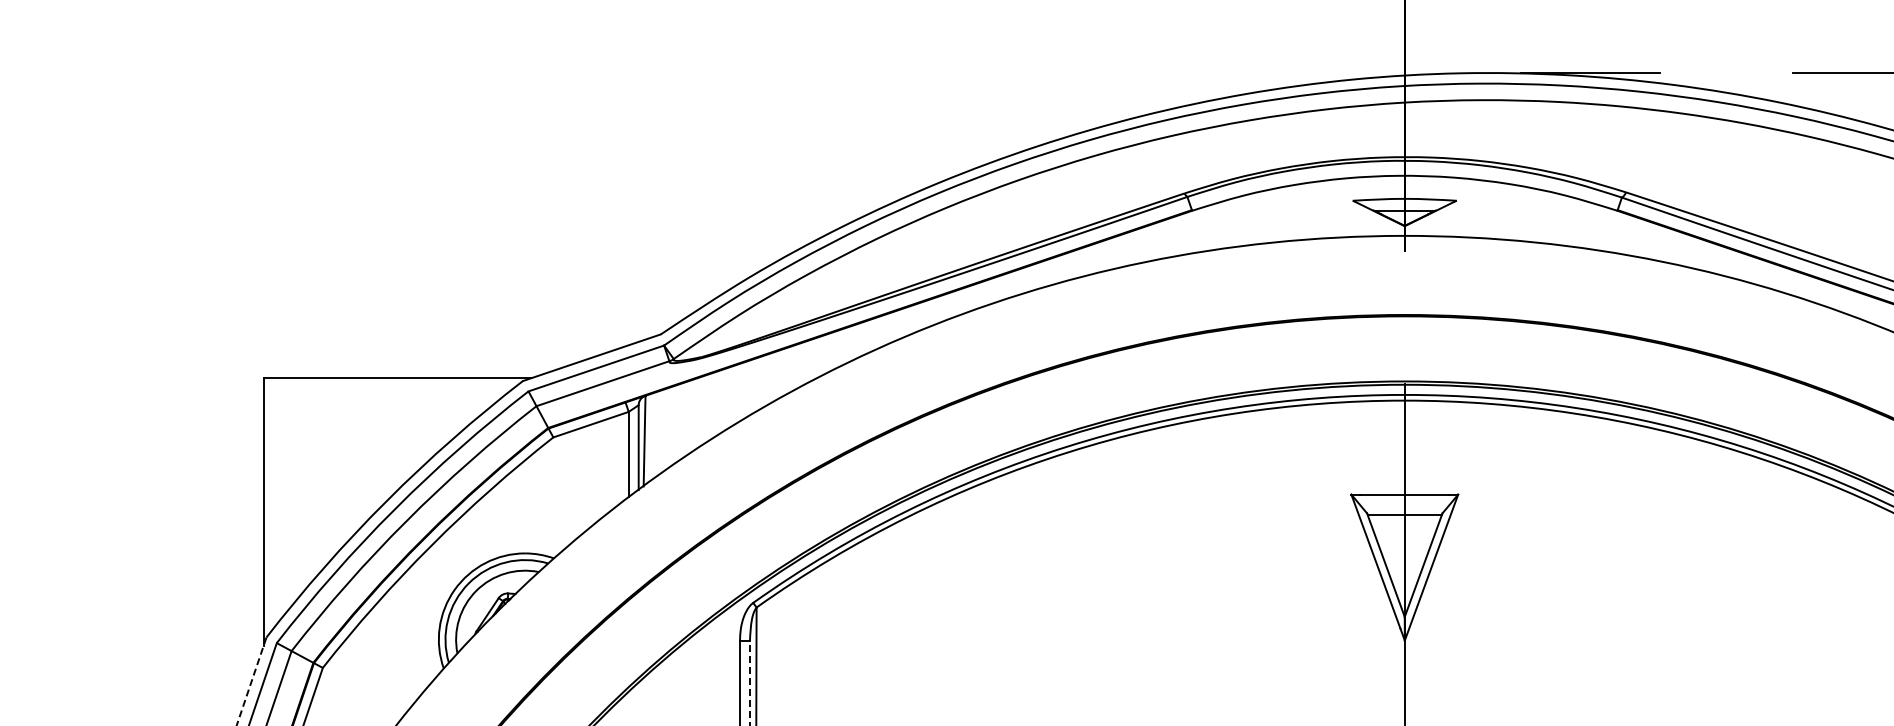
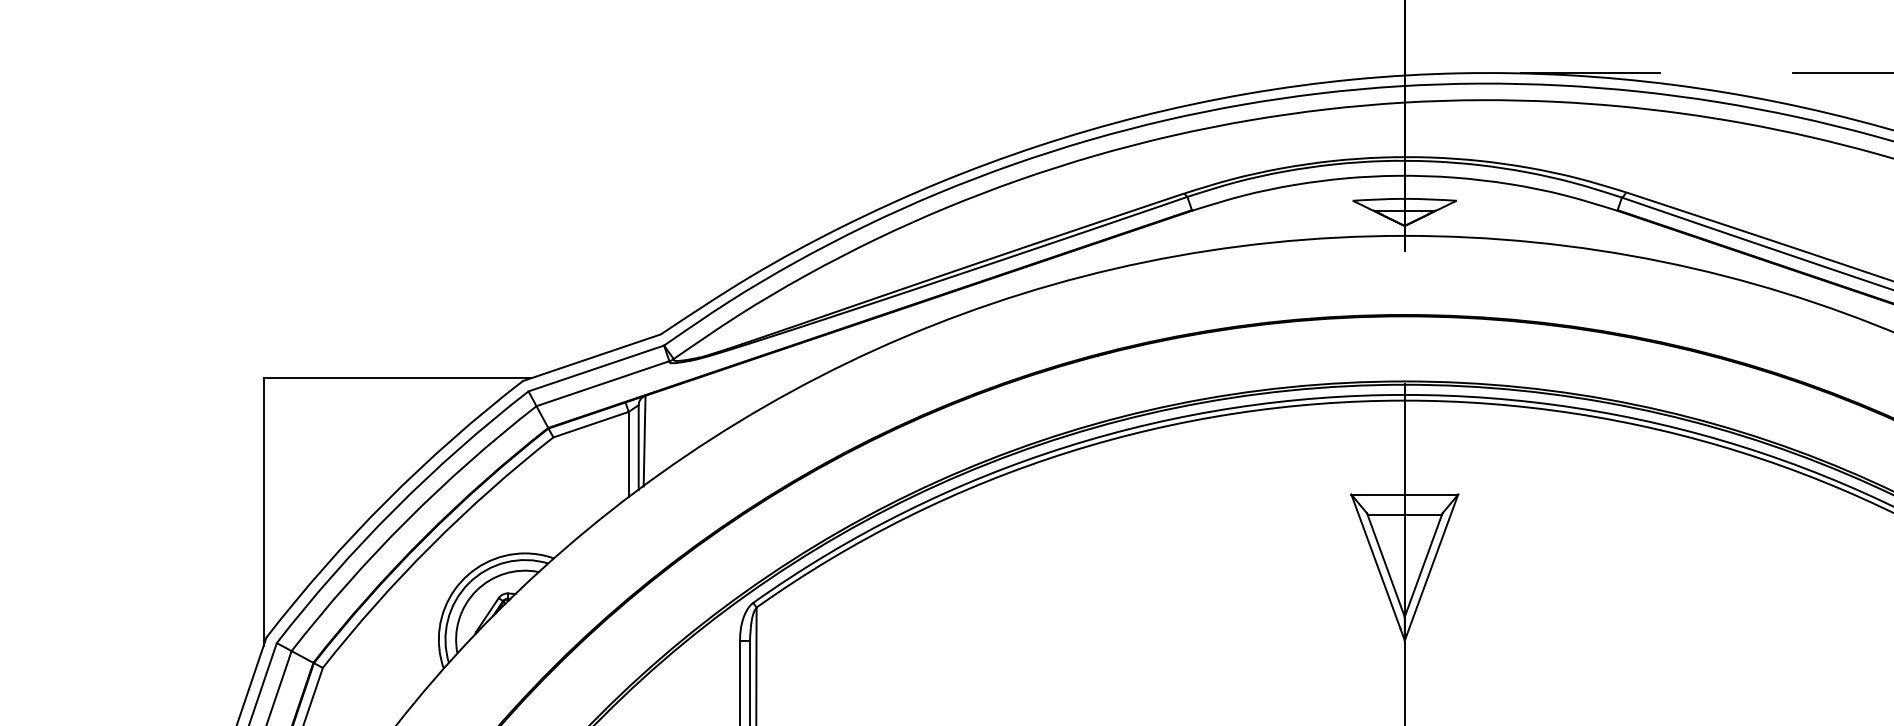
line at (251, 682): dashed -> solid
line at (749, 682): dashed -> solid
